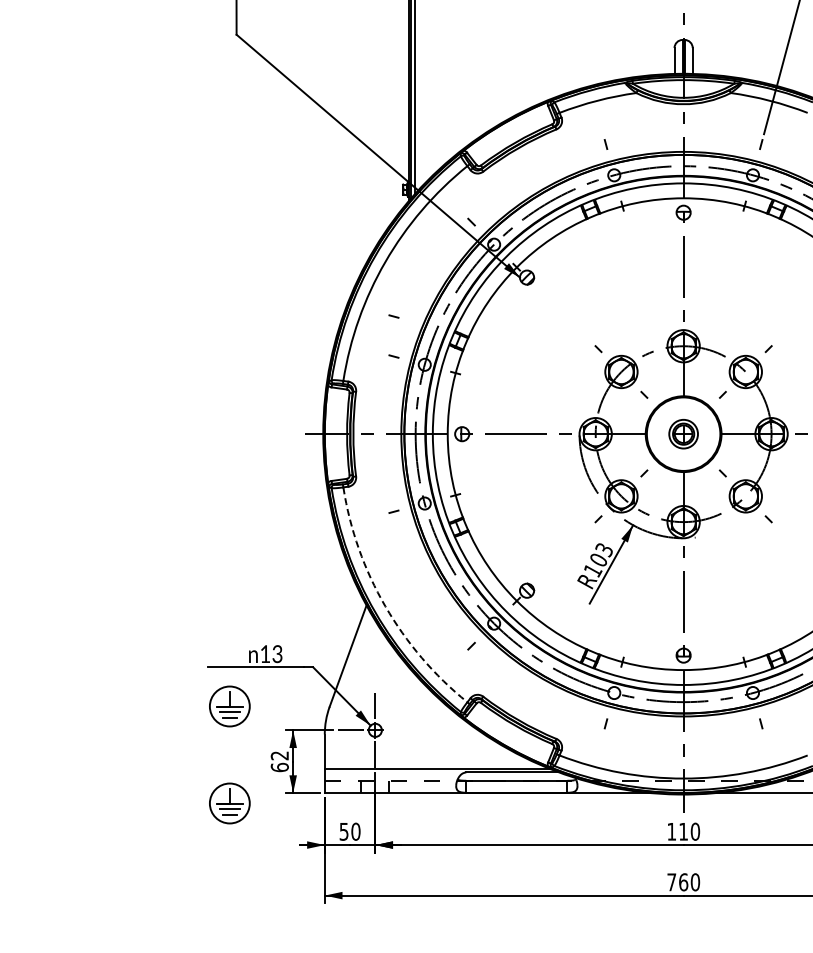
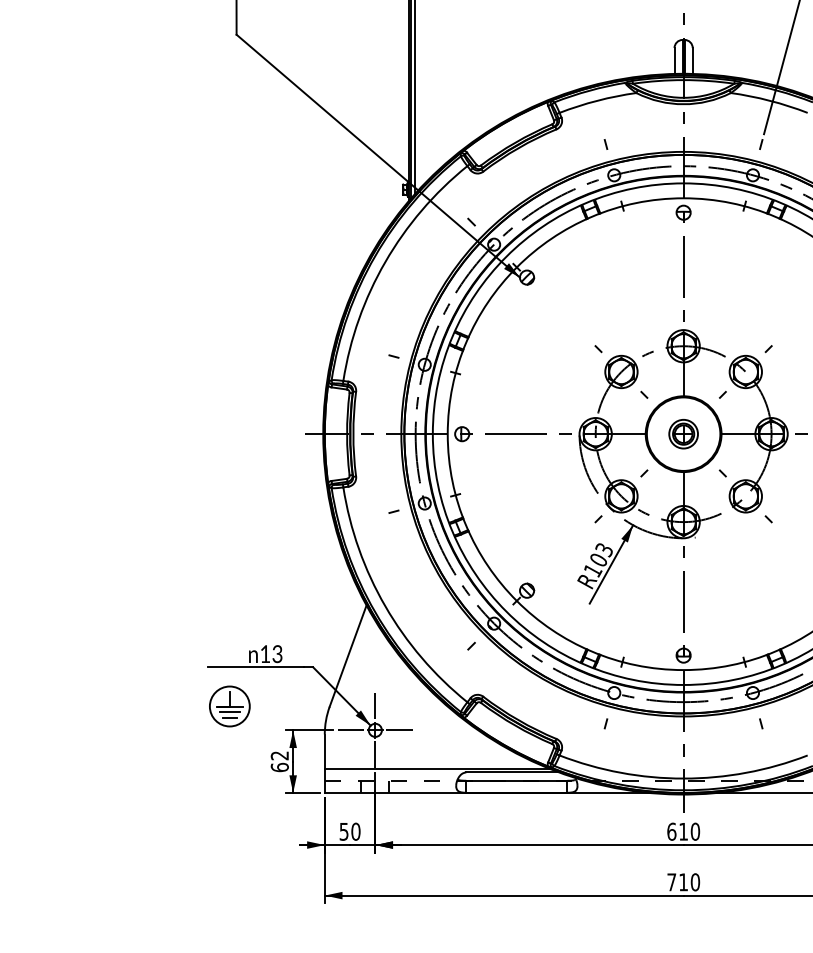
line at (393, 316): present -> none
arc at (385, 606): dashed -> solid
line at (399, 730): none -> present
part at (229, 803): present -> none
text at (671, 831): 110 -> 610
text at (683, 882): 760 -> 710
